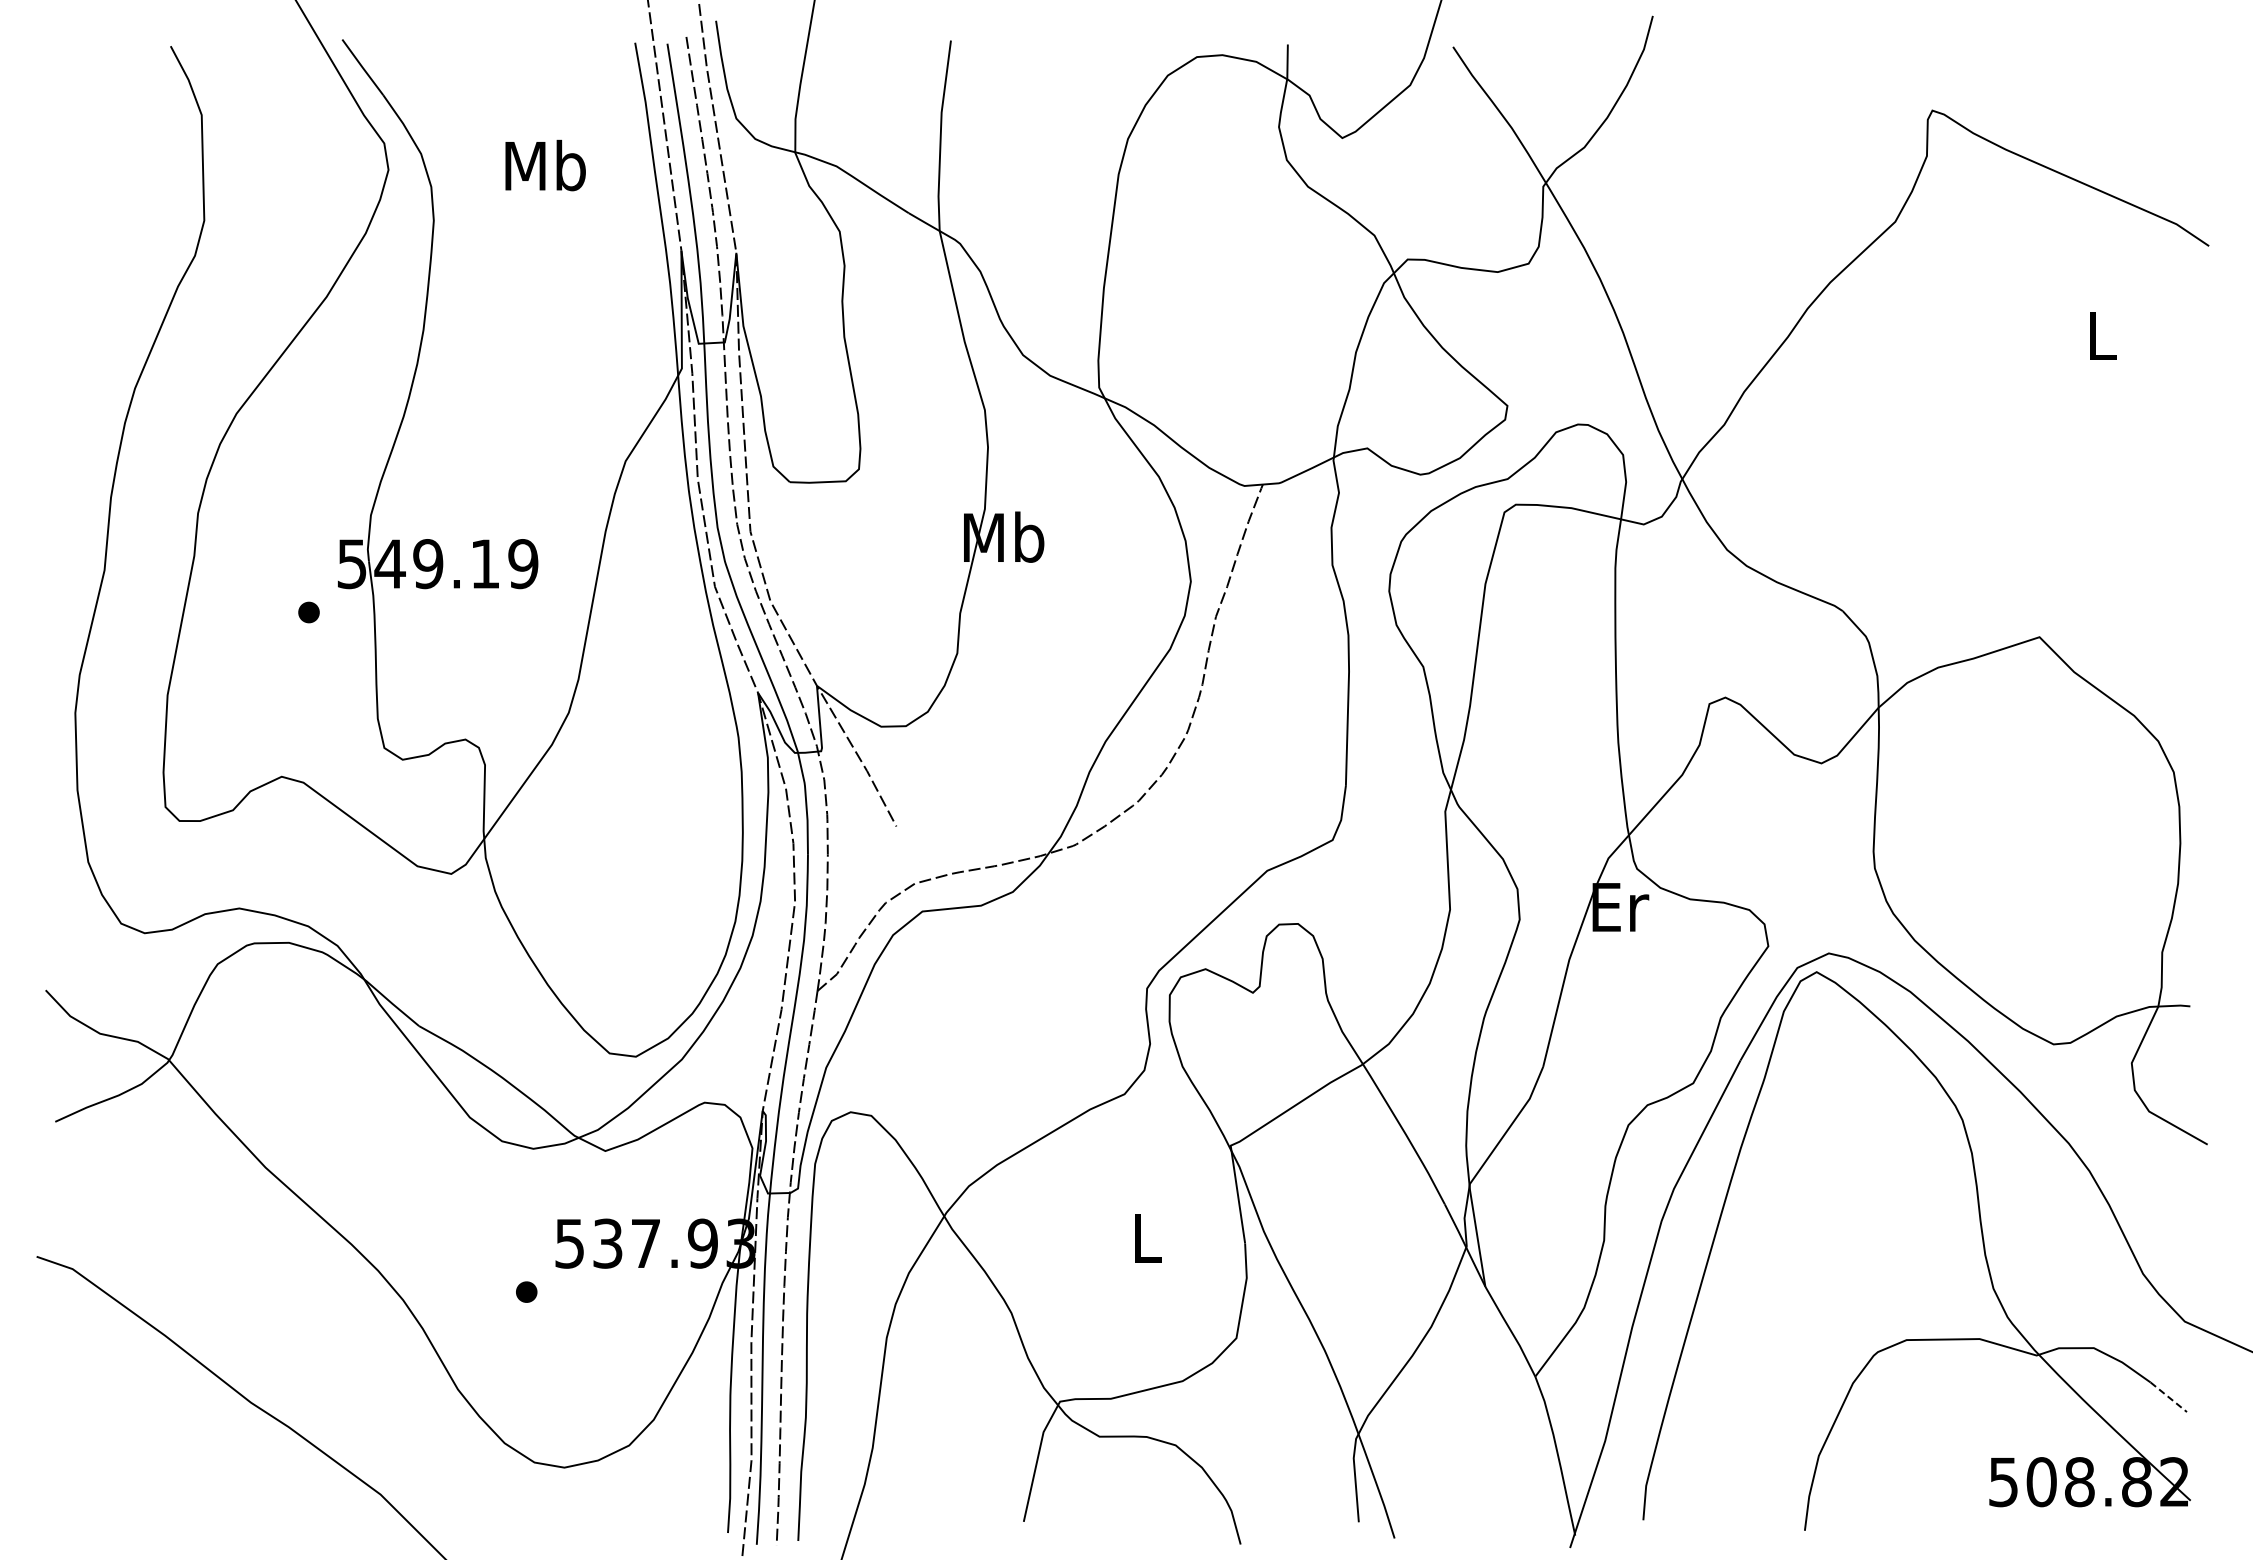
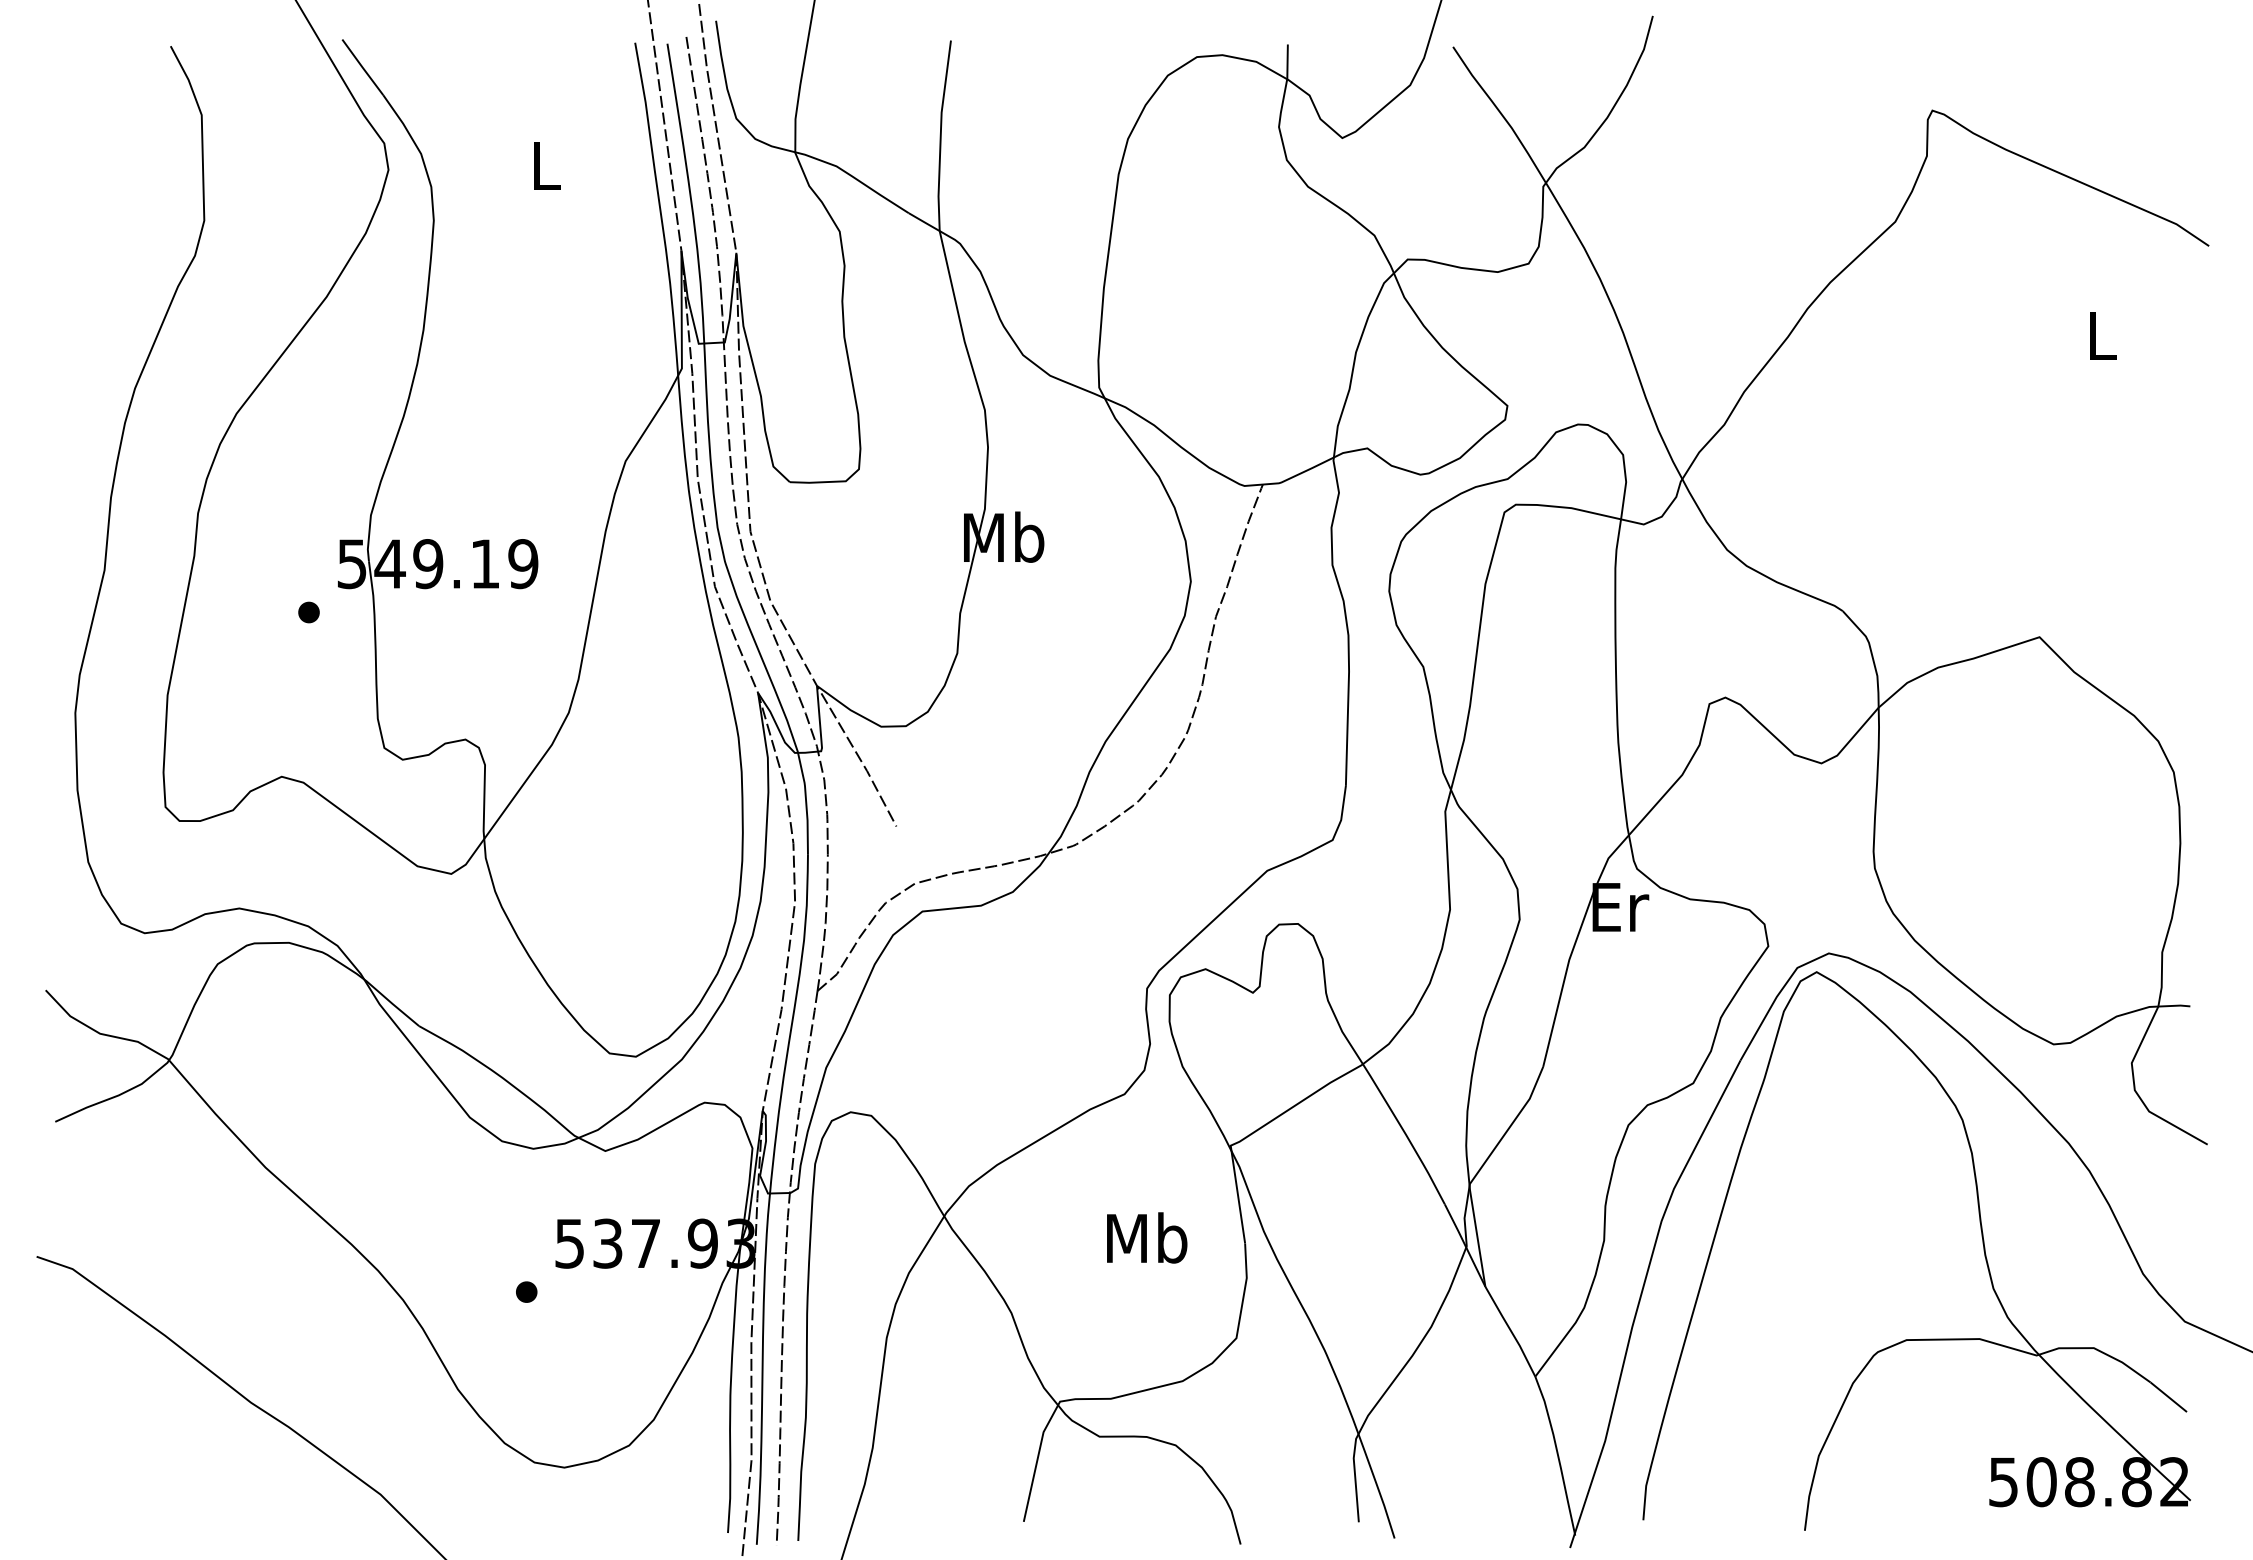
text at (545, 165): Mb -> L
text at (1147, 1237): L -> Mb
line at (2169, 1397): dashed -> solid
